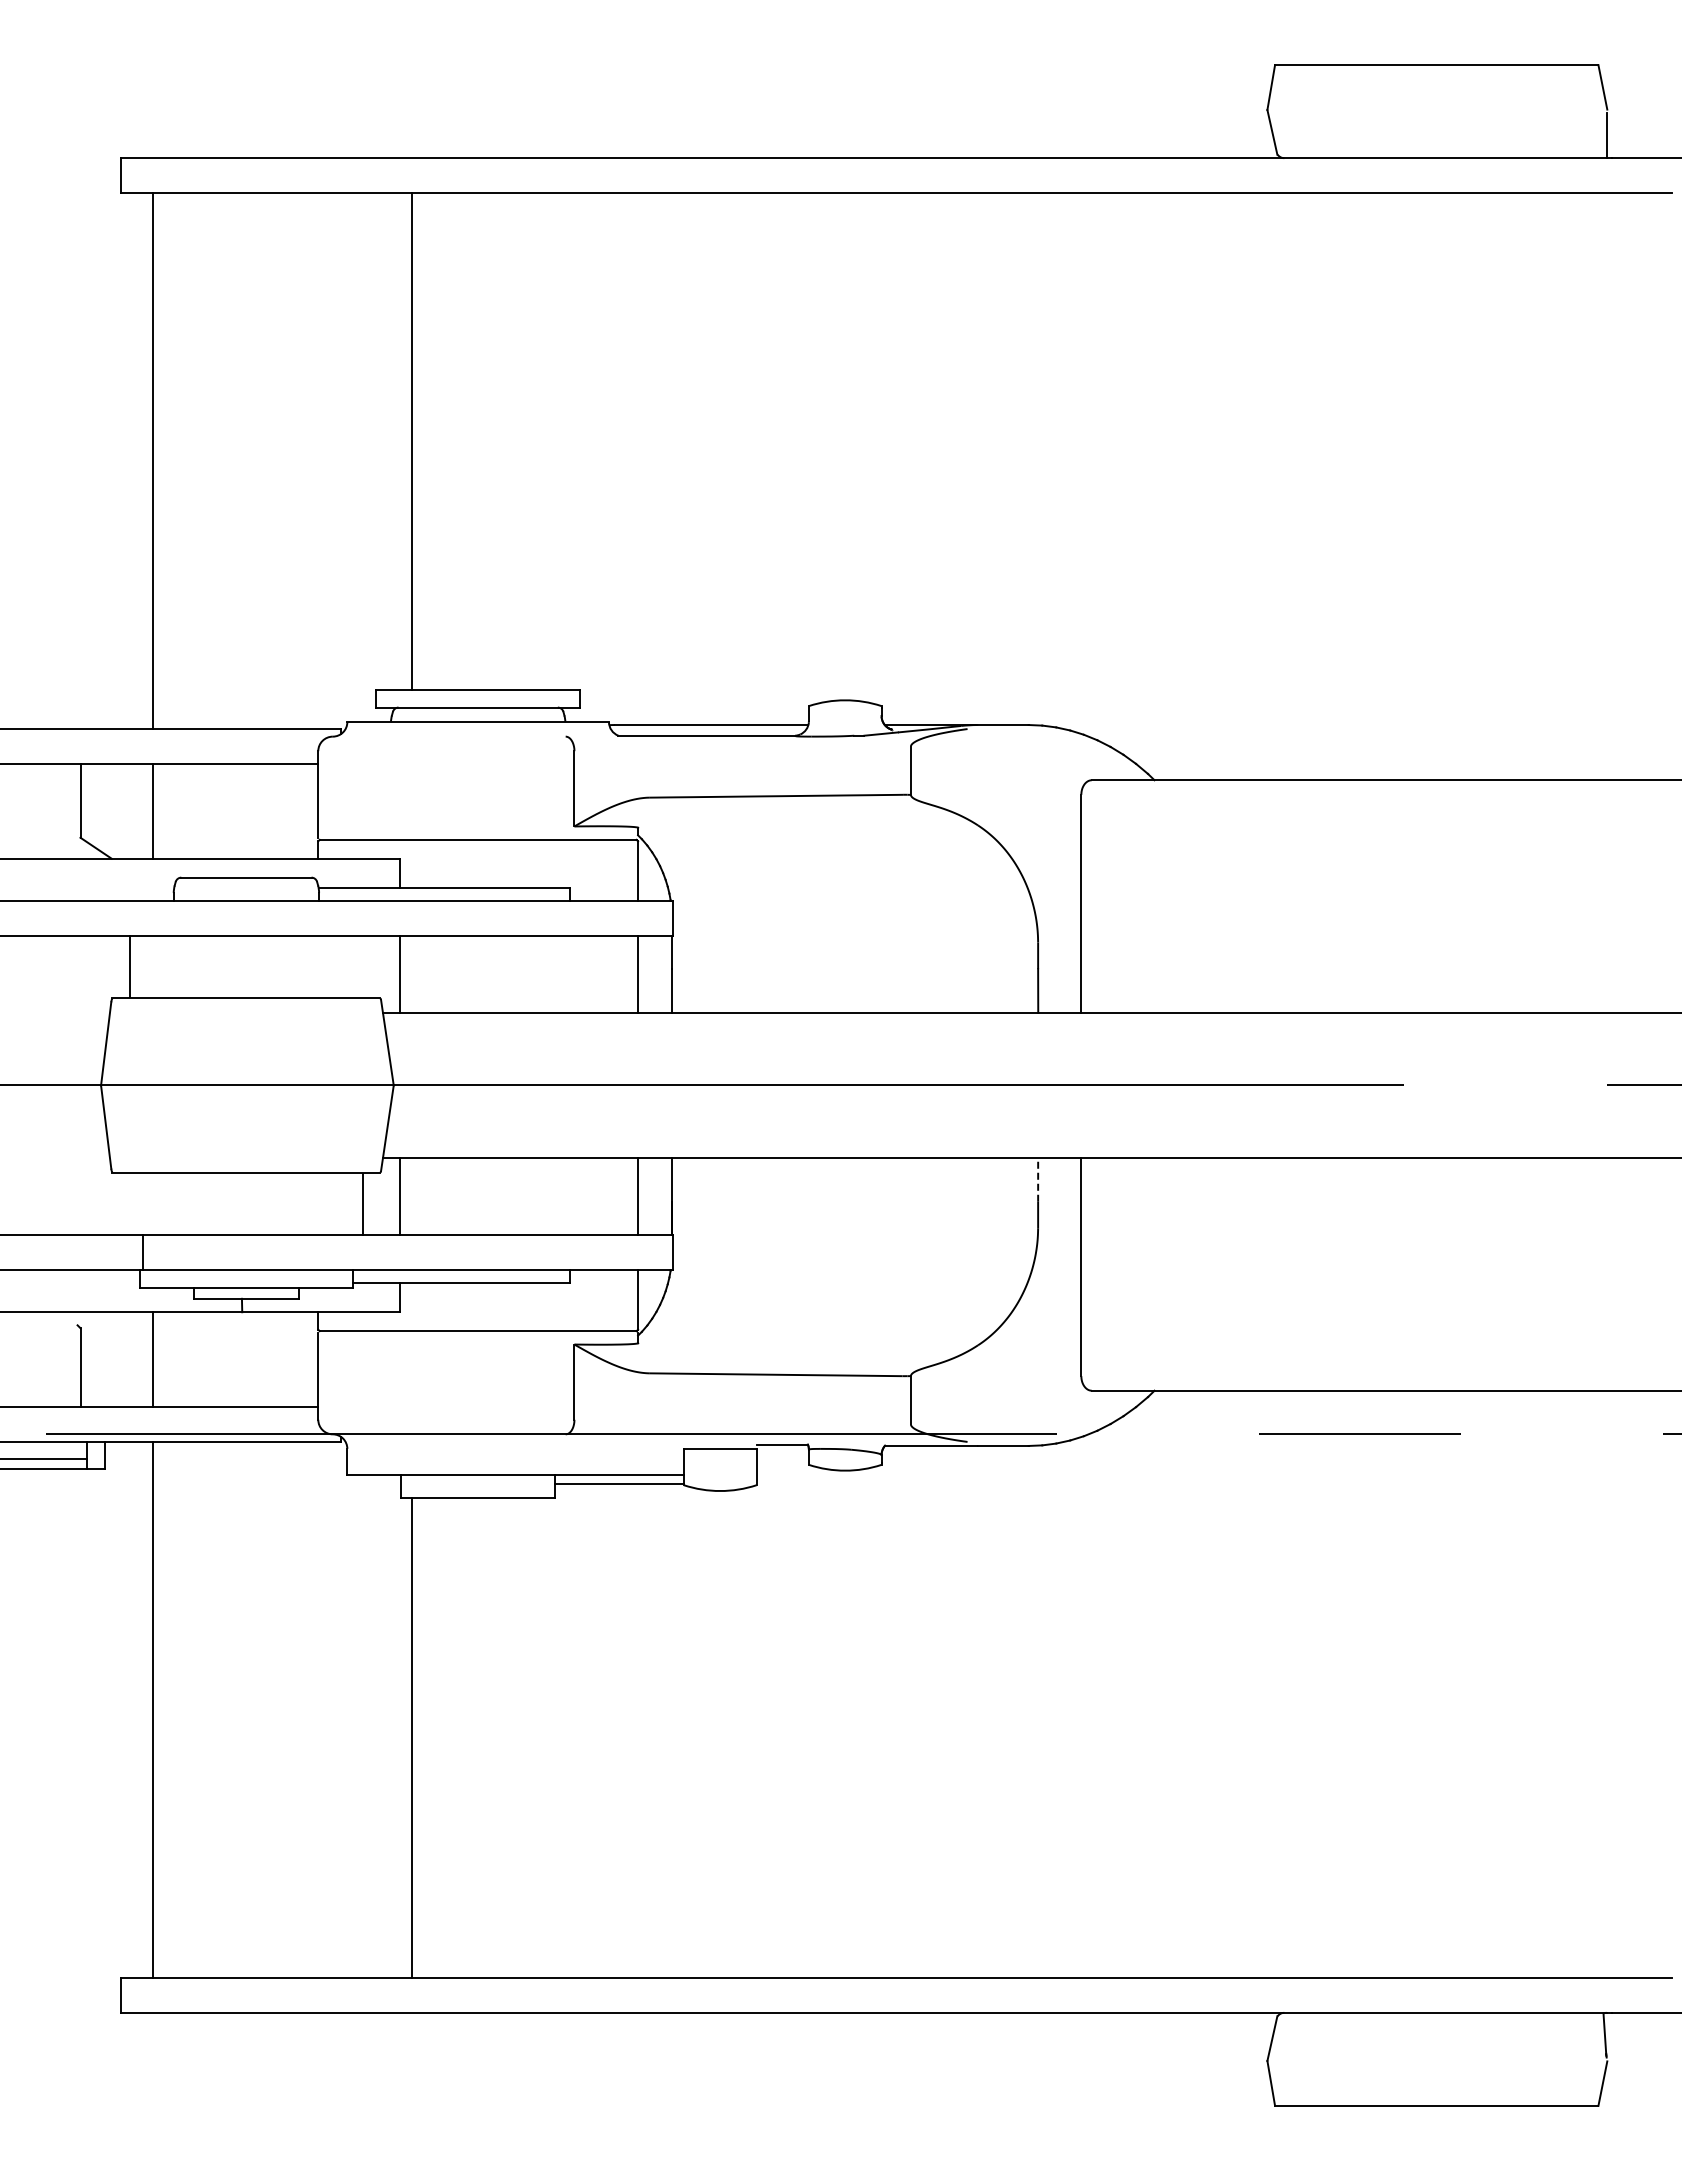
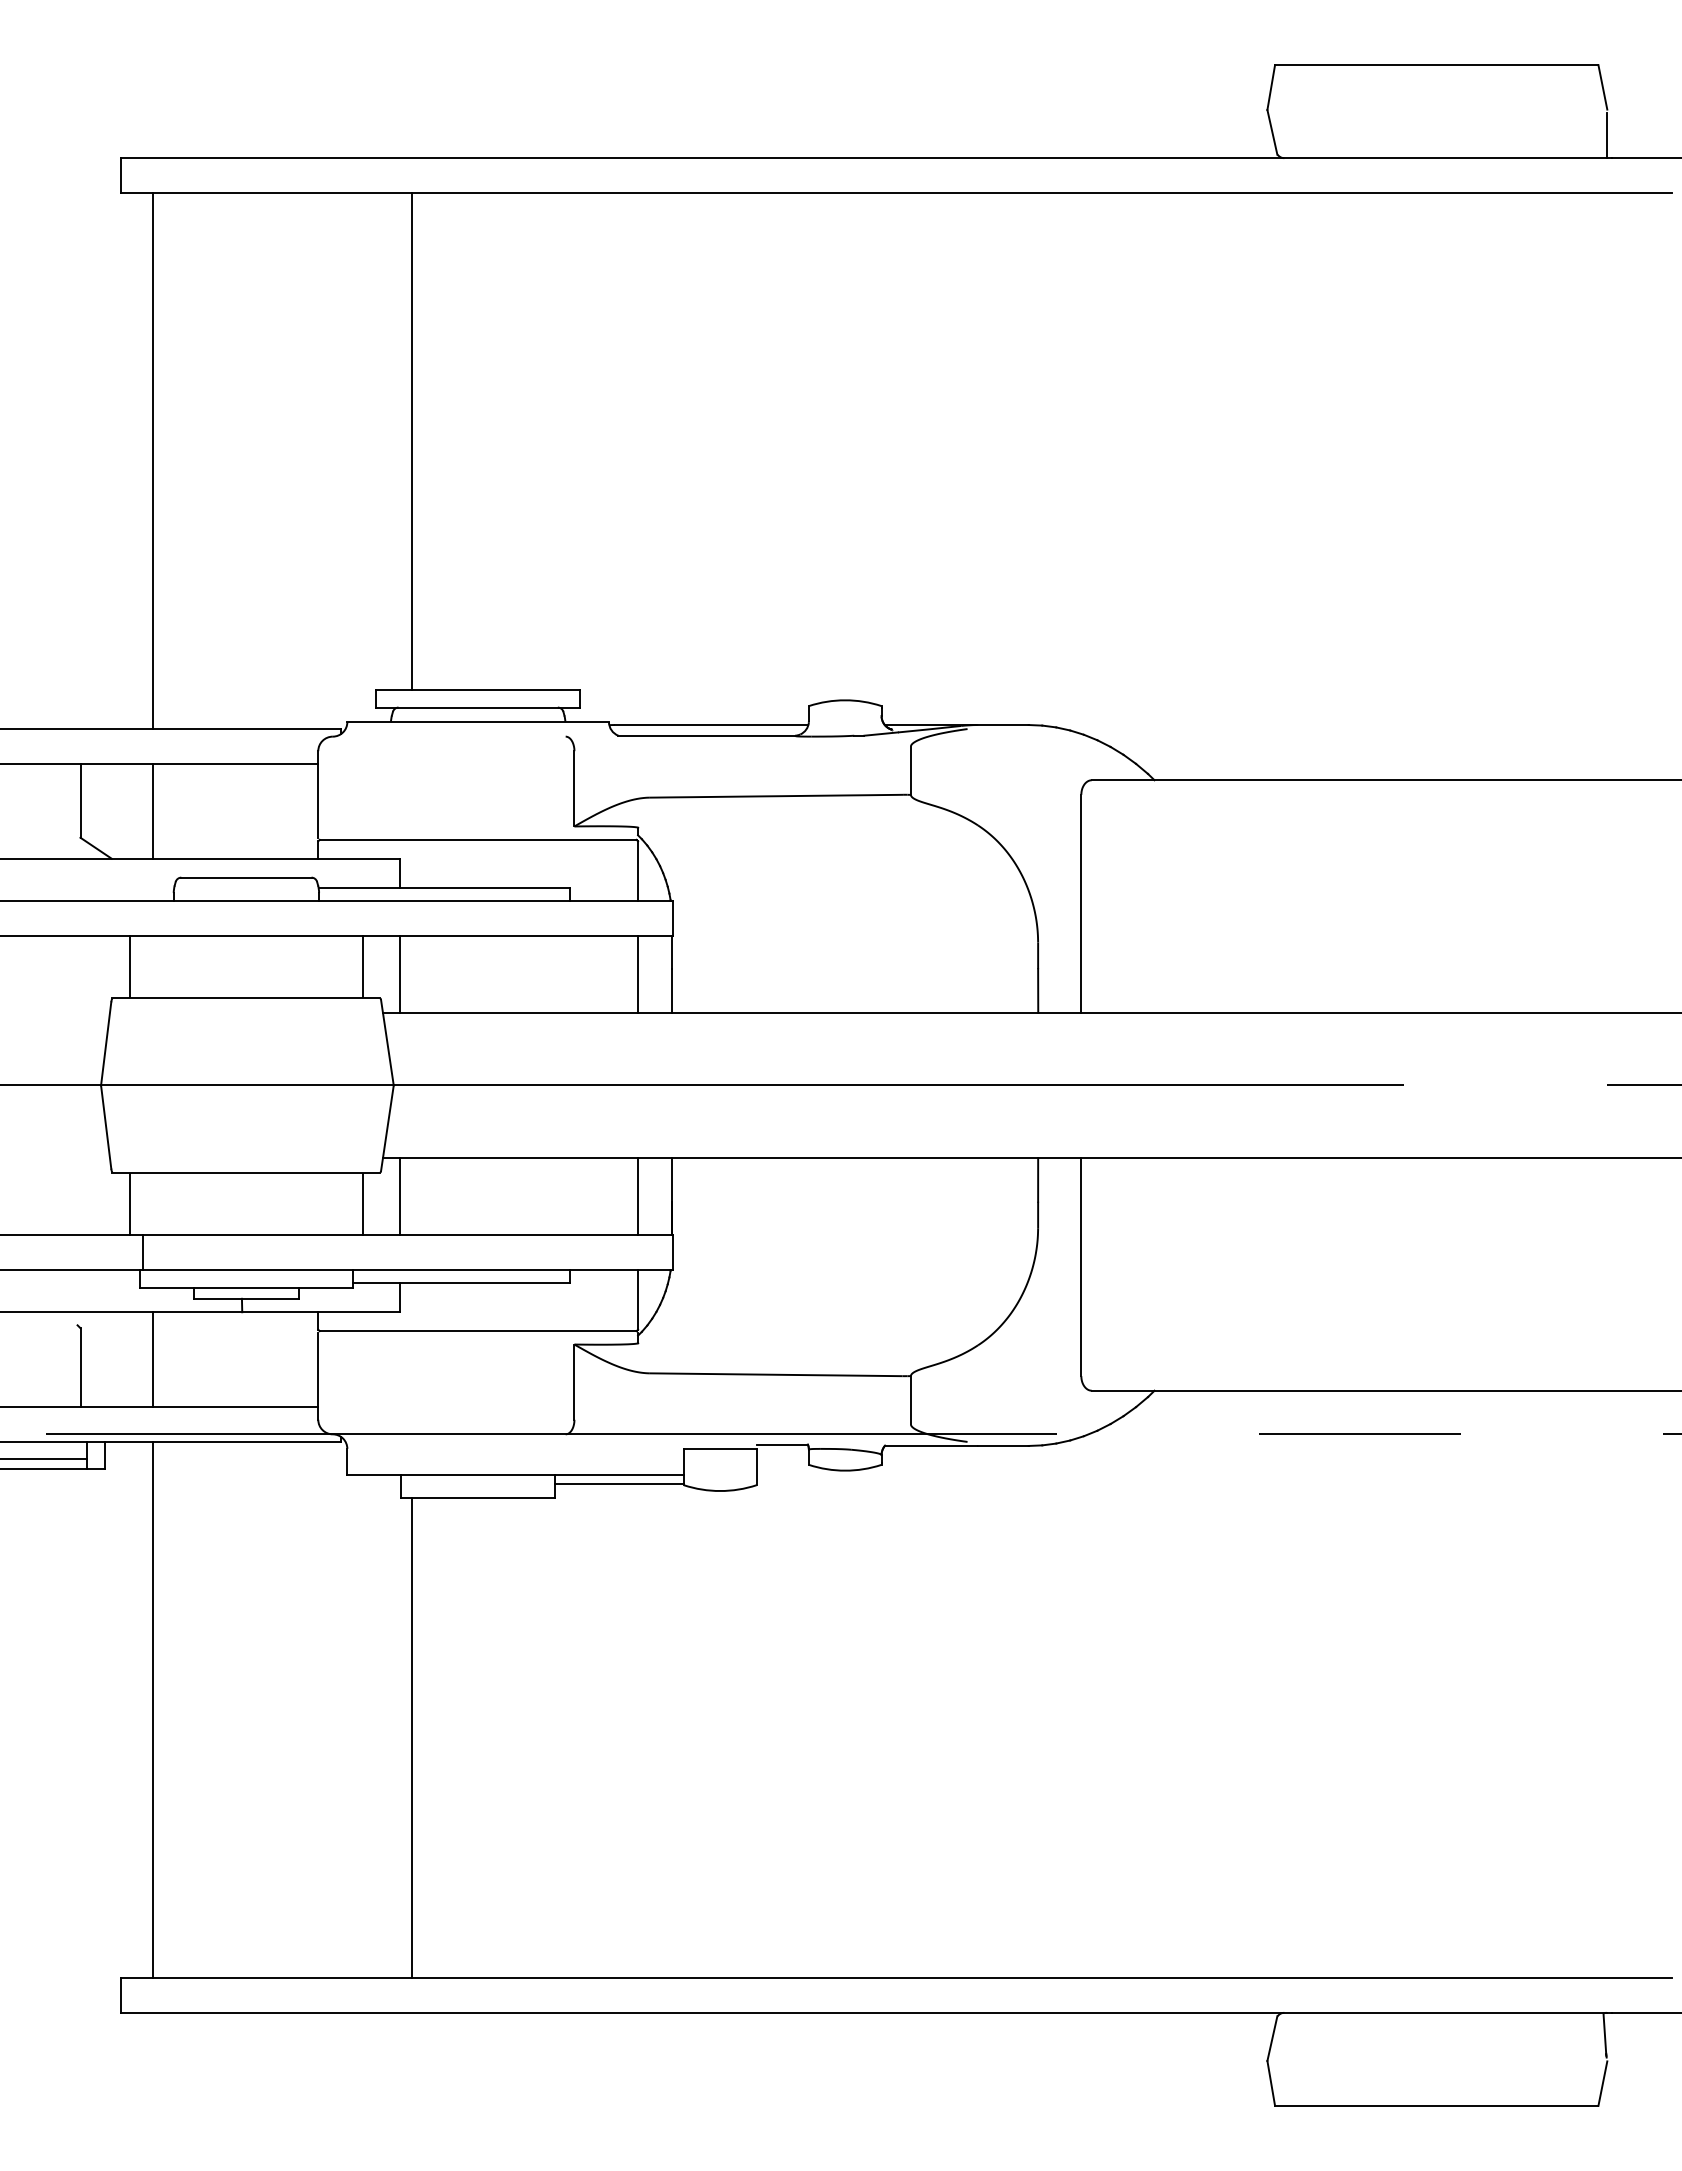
line at (362, 965): none -> present
line at (1038, 1179): dashed -> solid
line at (130, 1204): none -> present
